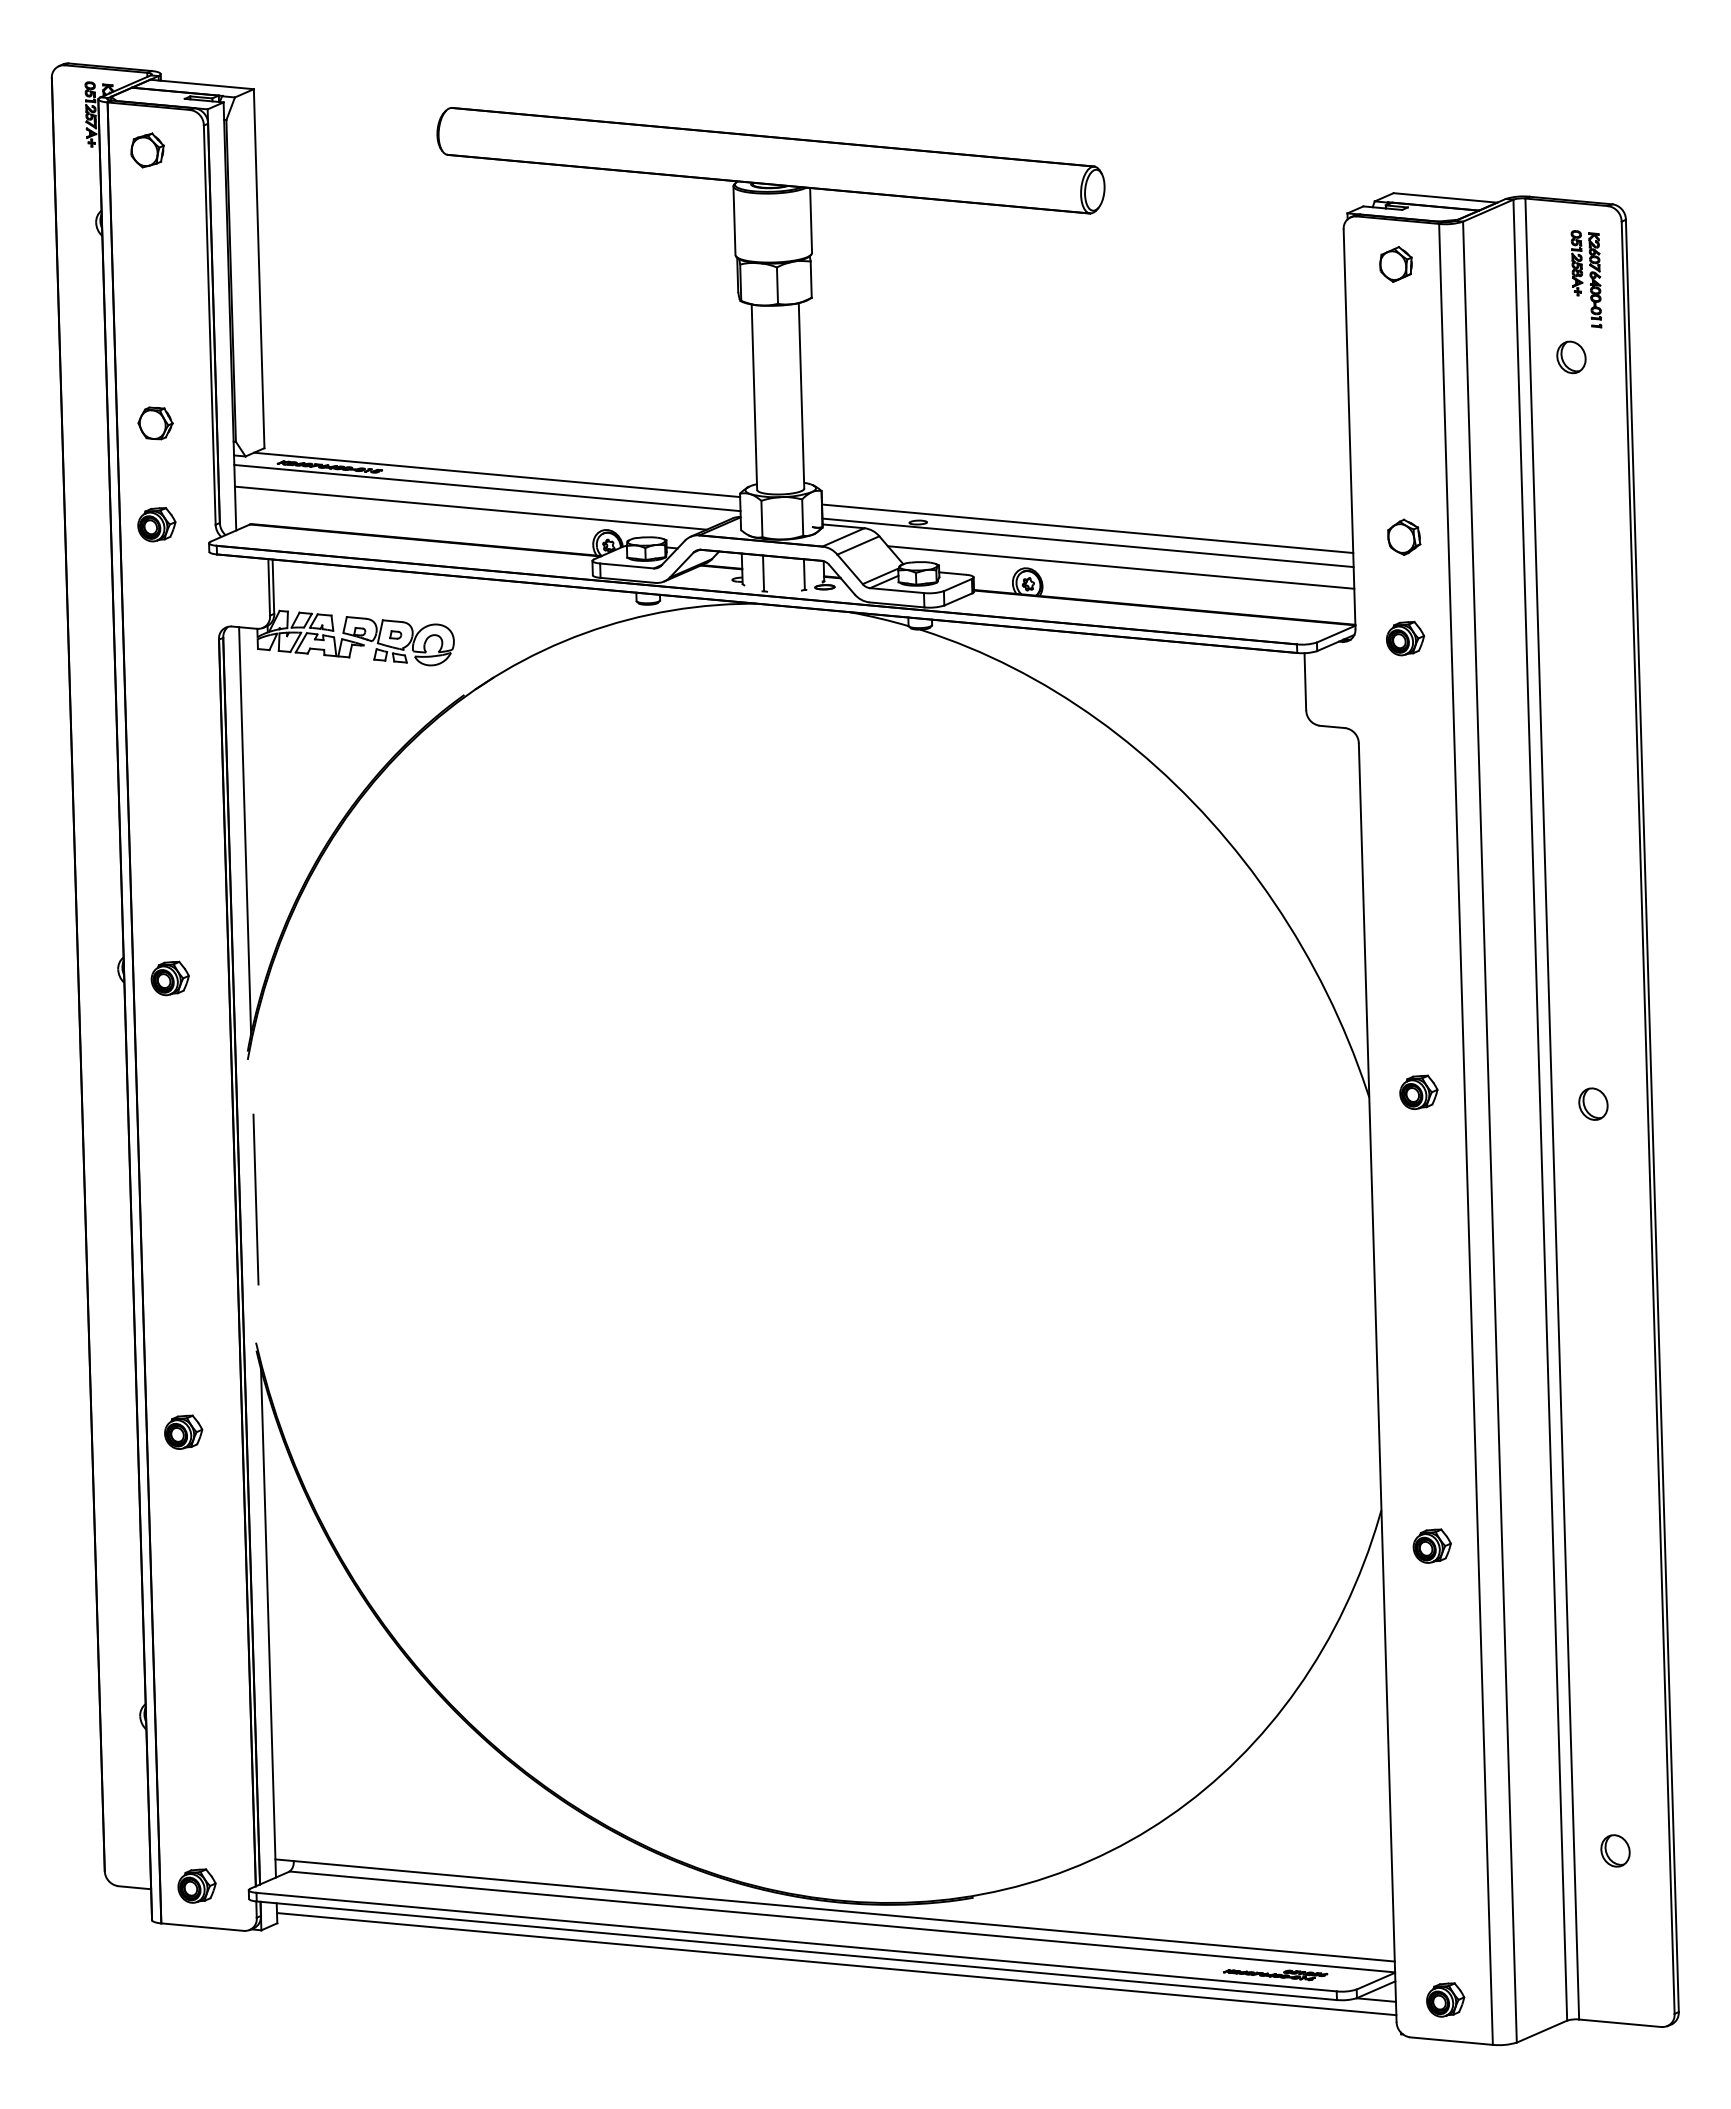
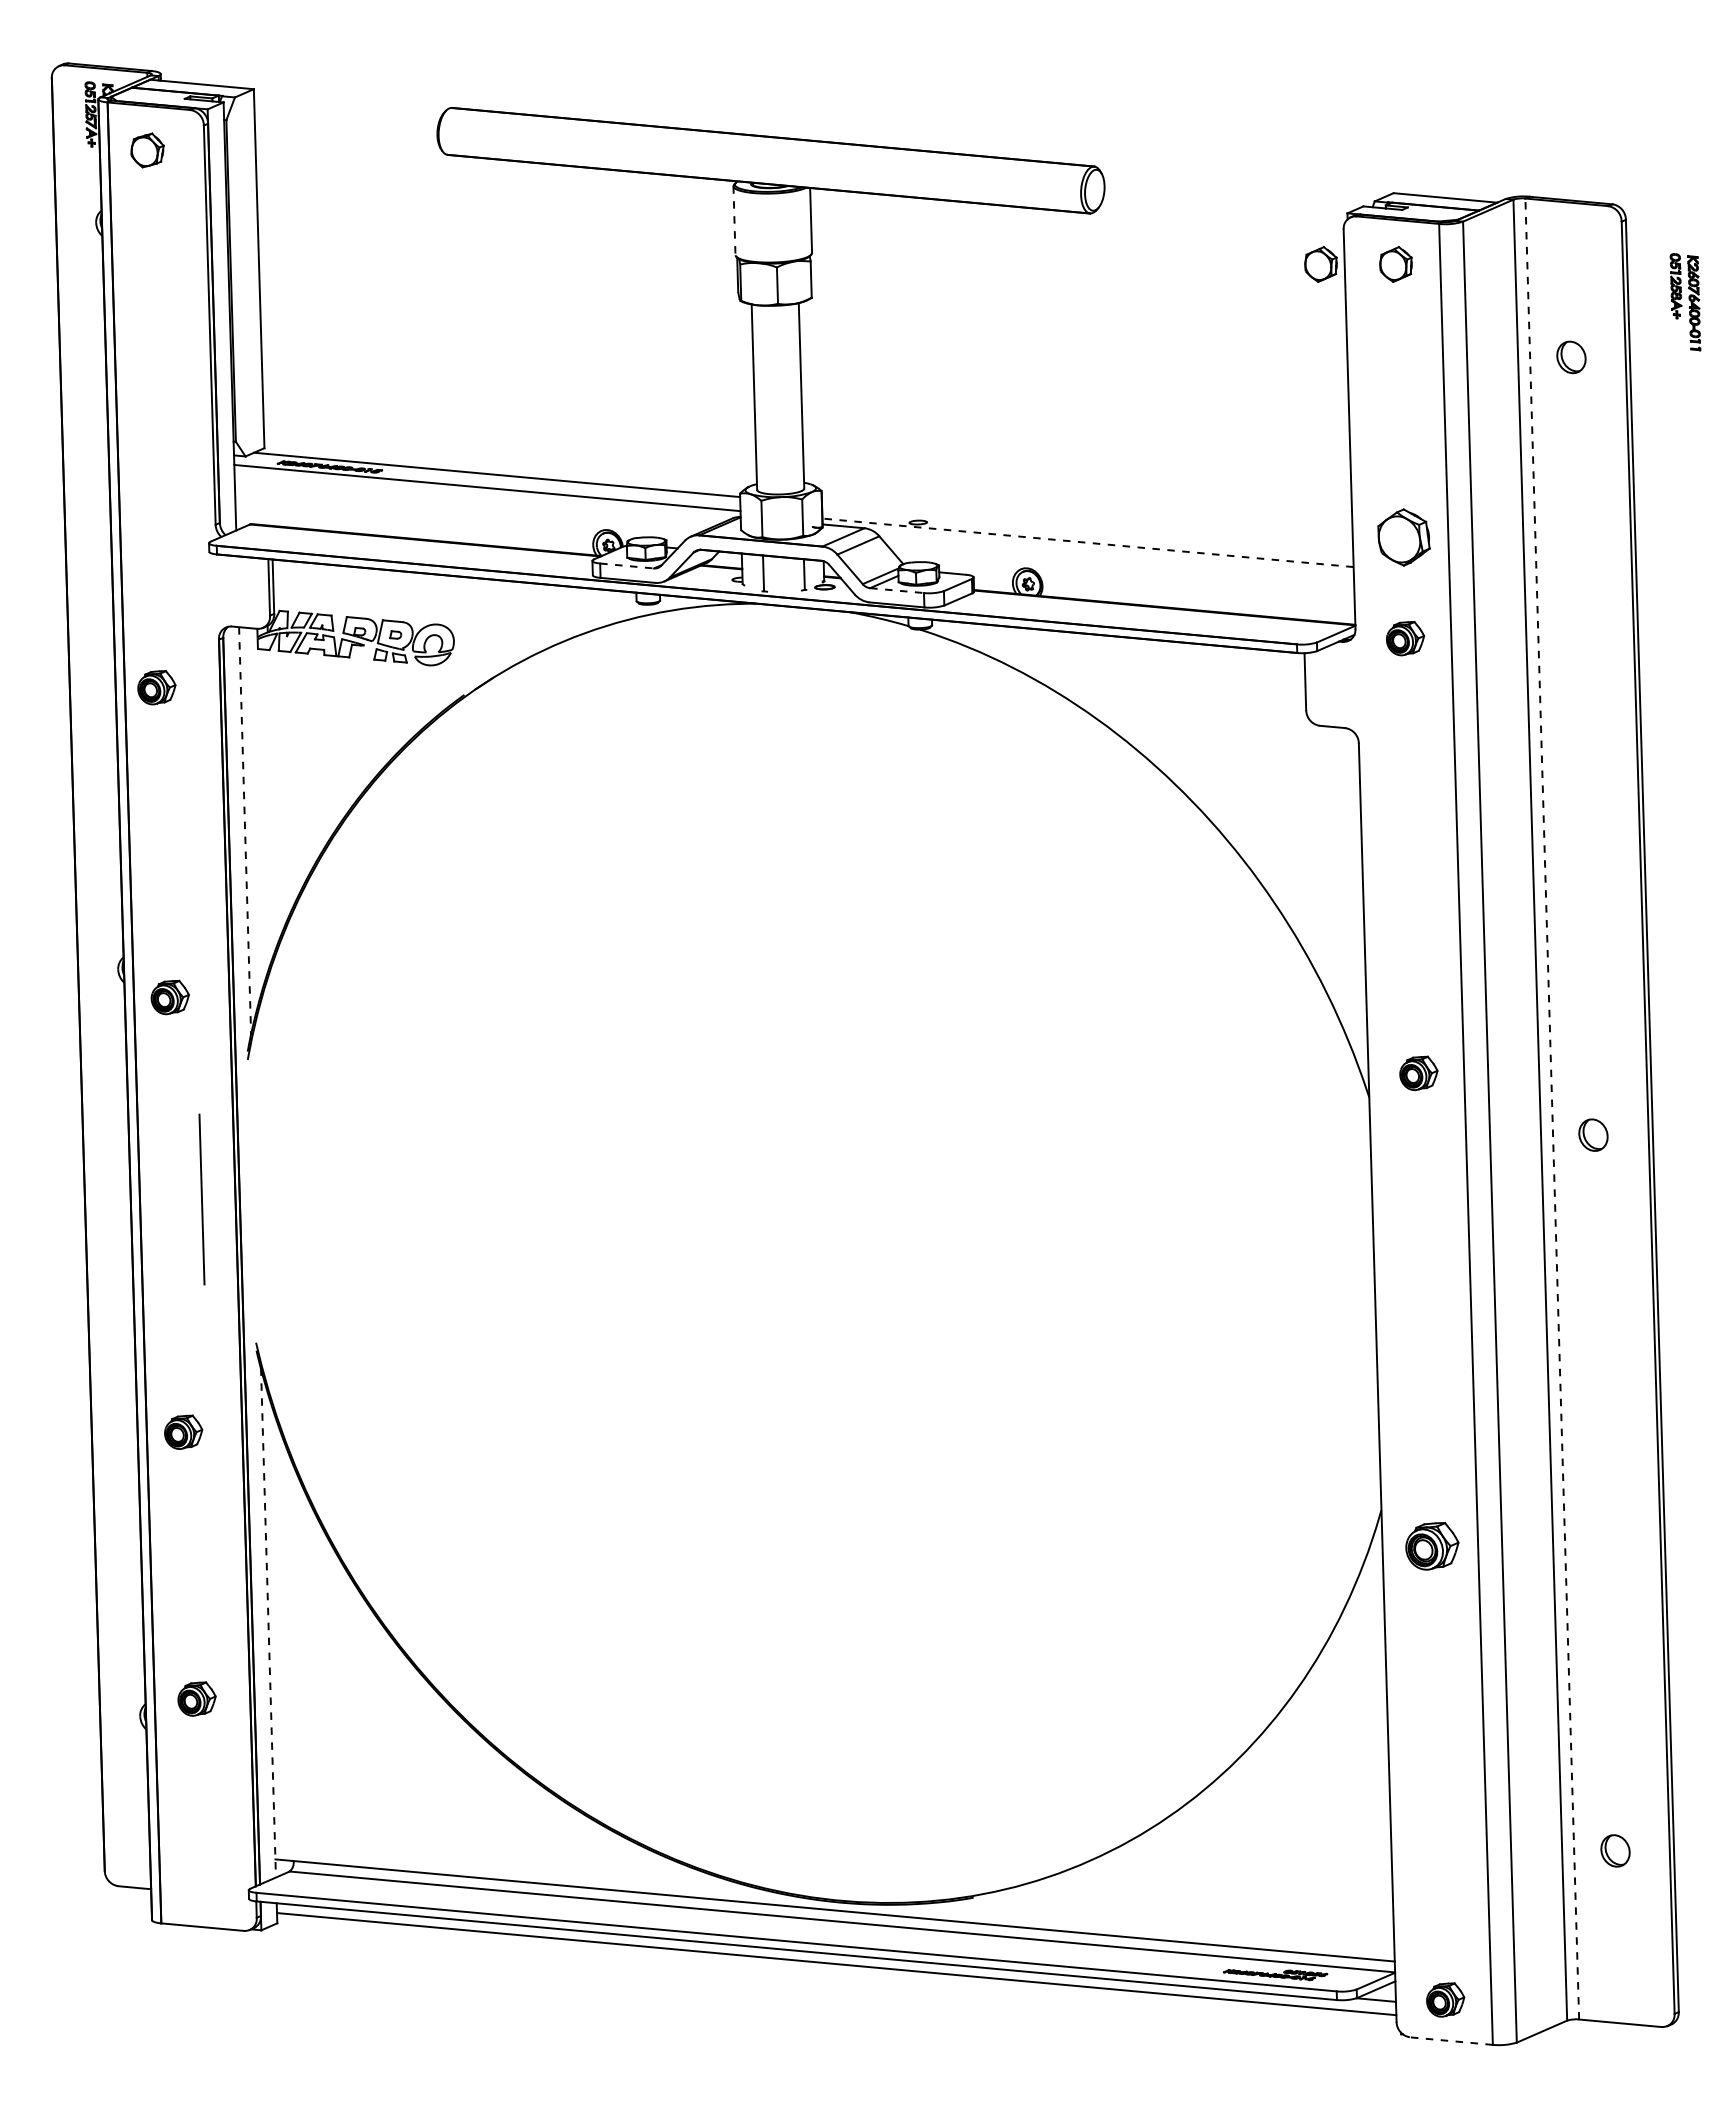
line at (734, 221): solid -> dashed
part at (1320, 264): none -> present
part at (1586, 279) position: (1586, 279) -> (1685, 302)
part at (155, 423): present -> none
line at (470, 507): present -> none
part at (156, 524) position: (156, 524) -> (156, 687)
line at (1087, 528): present -> none
part at (1404, 536) size: 35x38 px -> 54x59 px
line at (1088, 542): solid -> dashed
line at (627, 566): solid -> dashed
line at (1120, 567): present -> none
line at (897, 590): solid -> dashed
line at (245, 831): solid -> dashed
part at (169, 978) position: (169, 978) -> (169, 997)
part at (1418, 1092) position: (1418, 1092) -> (1418, 1073)
part at (1593, 1103) position: (1593, 1103) -> (1593, 1134)
line at (1552, 1109): solid -> dashed
line at (255, 1199) position: (255, 1199) -> (201, 1199)
part at (1431, 1545) size: 40x36 px -> 55x49 px
line at (268, 1622): solid -> dashed
part at (196, 1885) position: (196, 1885) -> (196, 1698)
line at (1451, 2041): solid -> dashed
